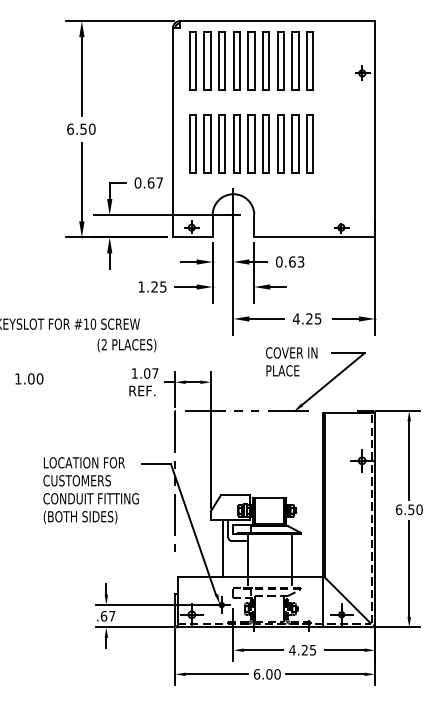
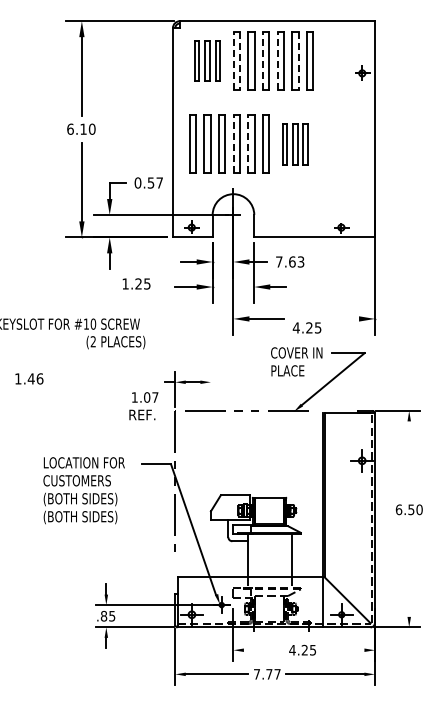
part at (207, 60) size: 37x60 px -> 27x42 px
line at (233, 60): solid -> dashed
line at (262, 60): solid -> dashed
line at (277, 60): solid -> dashed
line at (239, 61): solid -> dashed
line at (298, 61): solid -> dashed
text at (83, 128): 6.50 -> 6.10
line at (233, 143): solid -> dashed
line at (248, 143): solid -> dashed
part at (295, 143) size: 37x60 px -> 27x43 px
text at (150, 182): 0.67 -> 0.57
text at (279, 261): 0.63 -> 7.63
text at (152, 286) position: (152, 286) -> (136, 283)
text at (306, 318) position: (306, 318) -> (306, 327)
line at (346, 318): present -> none
text at (126, 345) position: (126, 345) -> (115, 342)
text at (291, 361) position: (291, 361) -> (296, 361)
text at (35, 378): 1.00 -> 1.46
text at (143, 382) position: (143, 382) -> (143, 406)
line at (210, 439): present -> none
line at (409, 460): present -> none
text at (90, 499): CONDUIT FITTING -> (BOTH SIDES)
line at (223, 548): present -> none
line at (409, 568): present -> none
text at (107, 616): .67 -> .85
line at (263, 650): present -> none
line at (344, 650): present -> none
text at (266, 674): 6.00 -> 7.77
